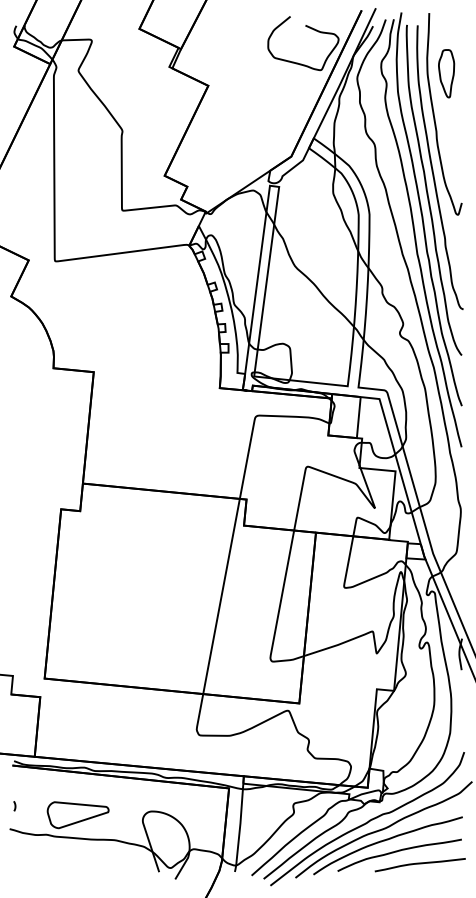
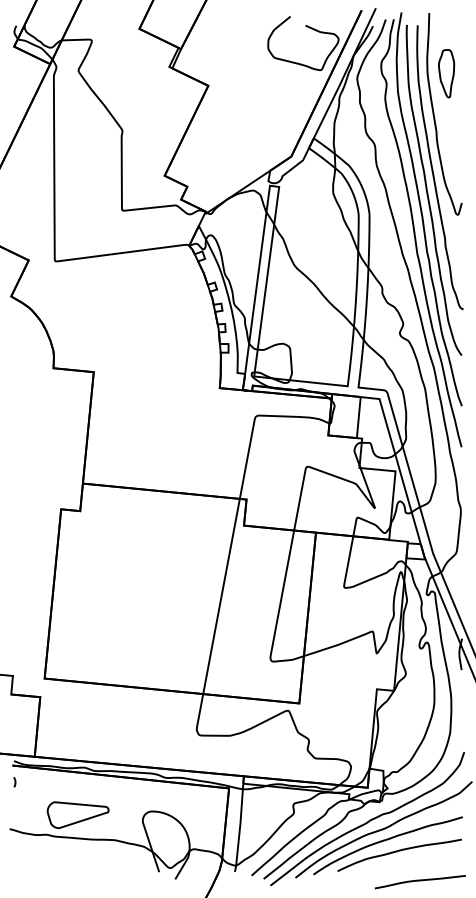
curve at (14, 806) position: (14, 806) -> (14, 782)
curve at (419, 864) position: (419, 864) -> (419, 881)
